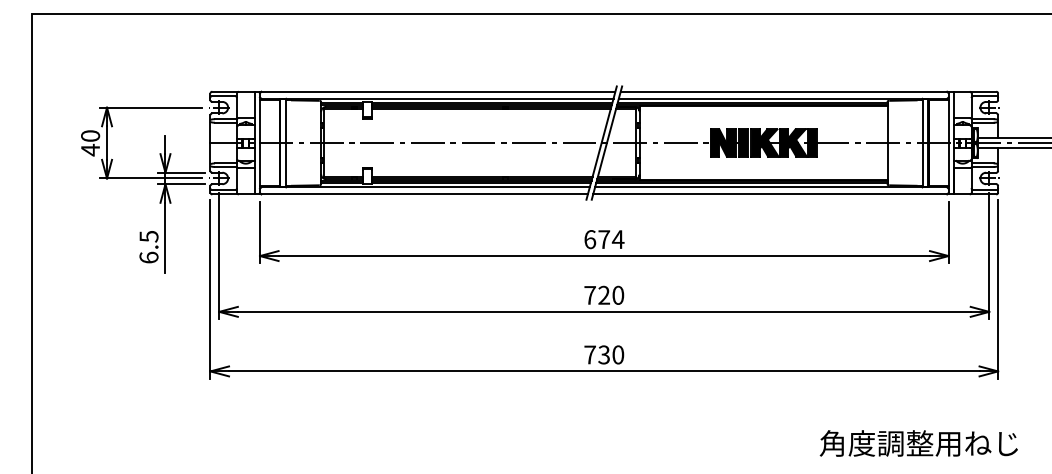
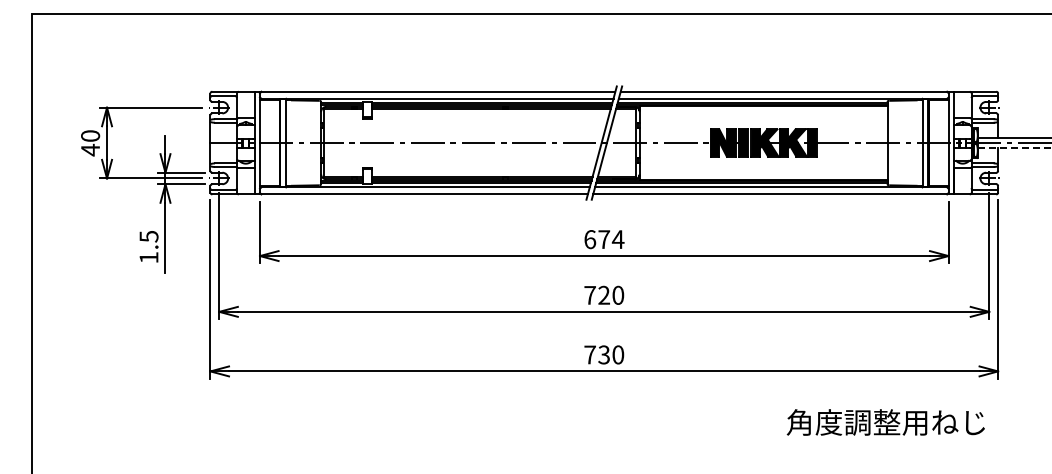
line at (1014, 147): solid -> dashed
text at (148, 257): 6.5 -> 1.5
text at (918, 443) position: (918, 443) -> (885, 422)
